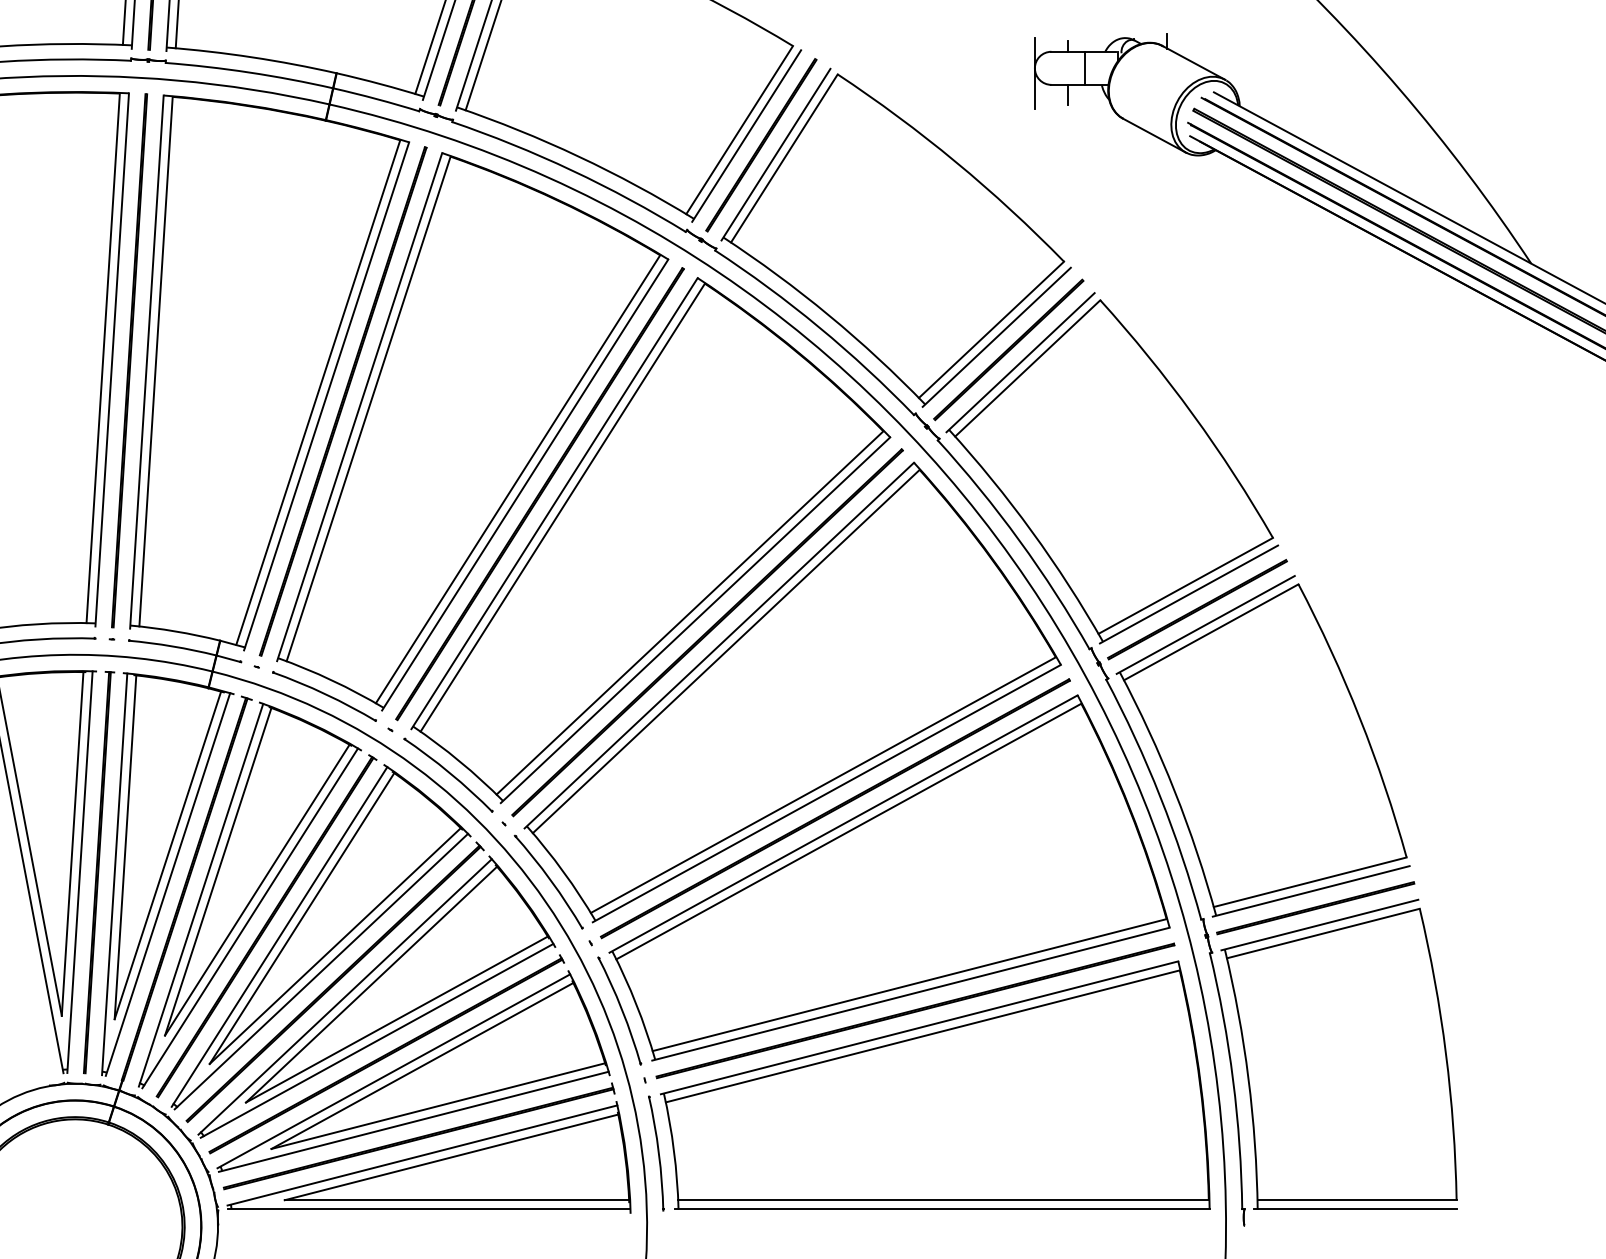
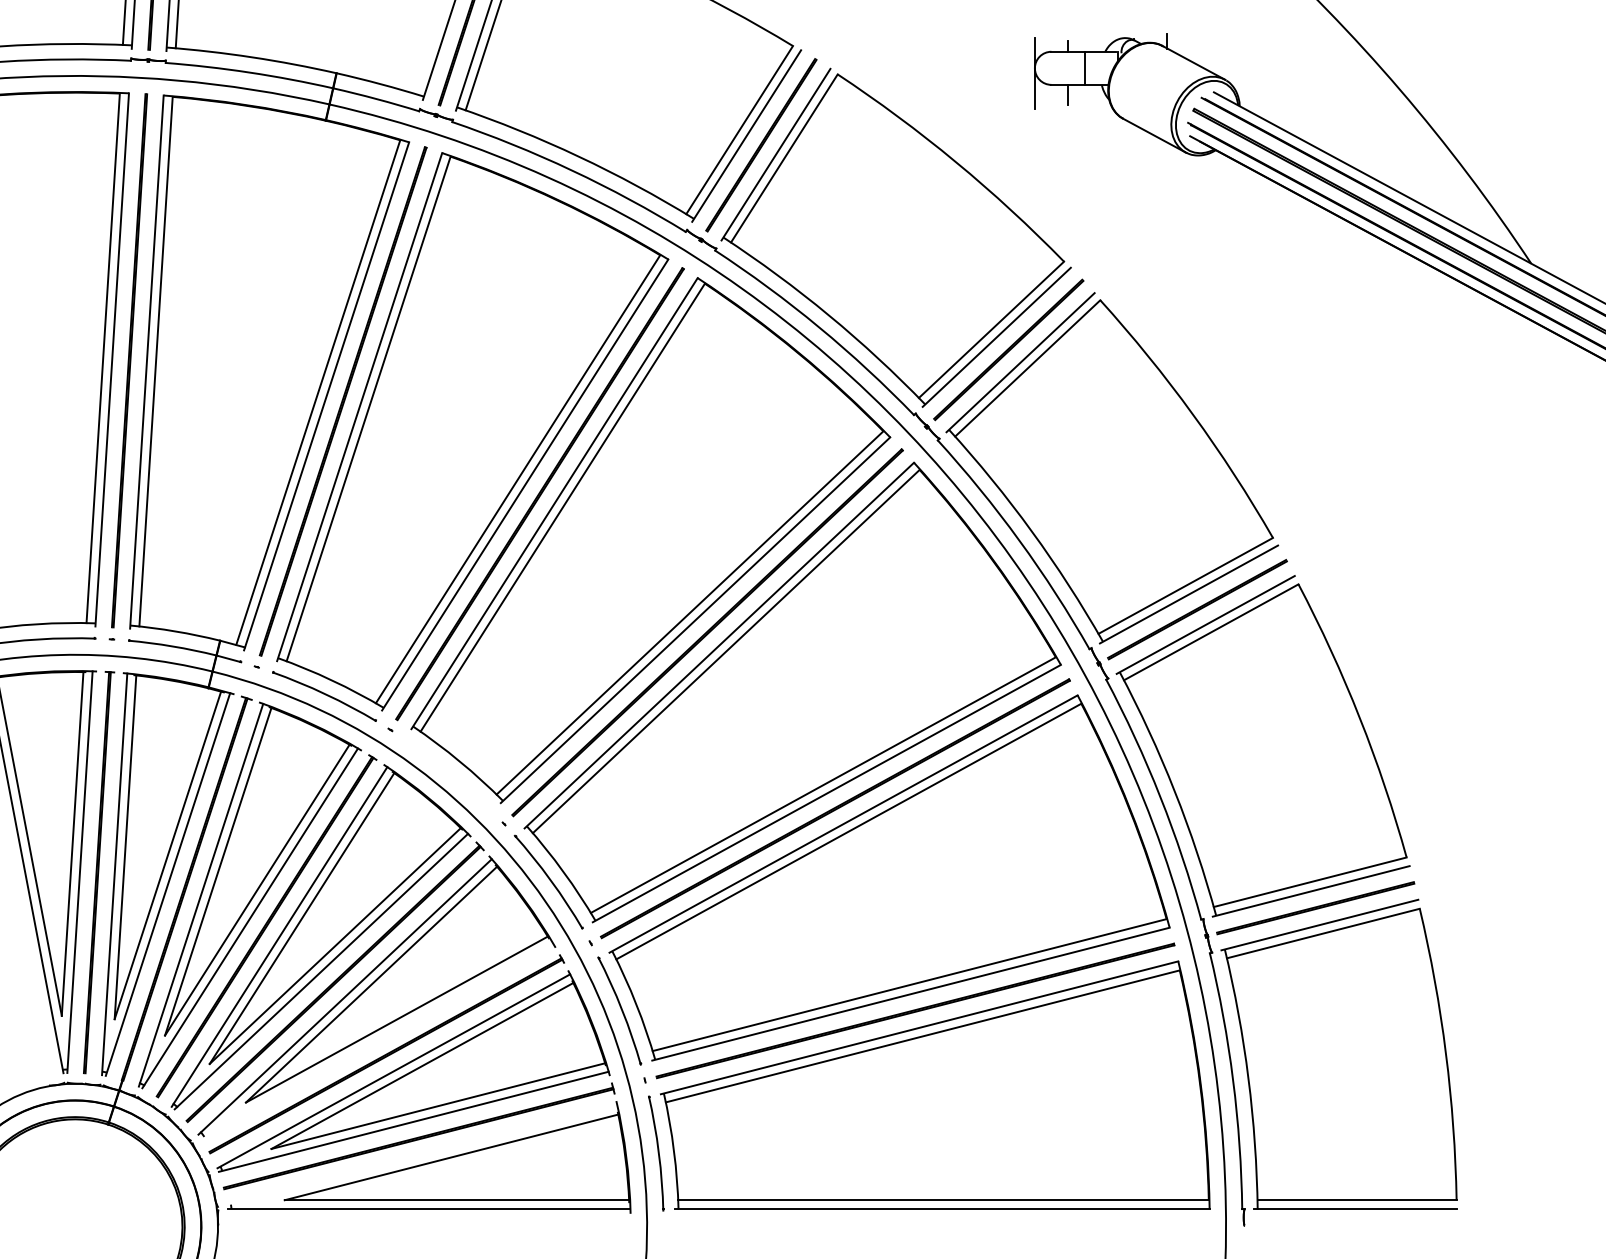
line at (429, 47): present -> none
part at (448, 774): present -> none
line at (376, 1040): present -> none
line at (422, 1155): present -> none
